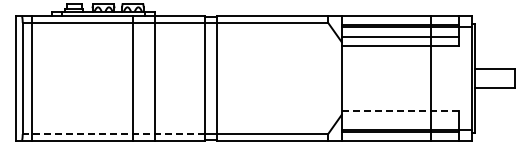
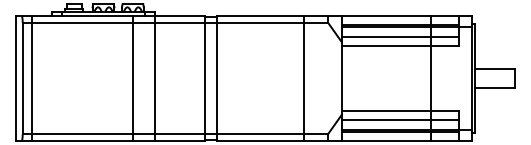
line at (304, 78): none -> present
line at (400, 111): dashed -> solid
line at (399, 119): none -> present
line at (113, 134): dashed -> solid
